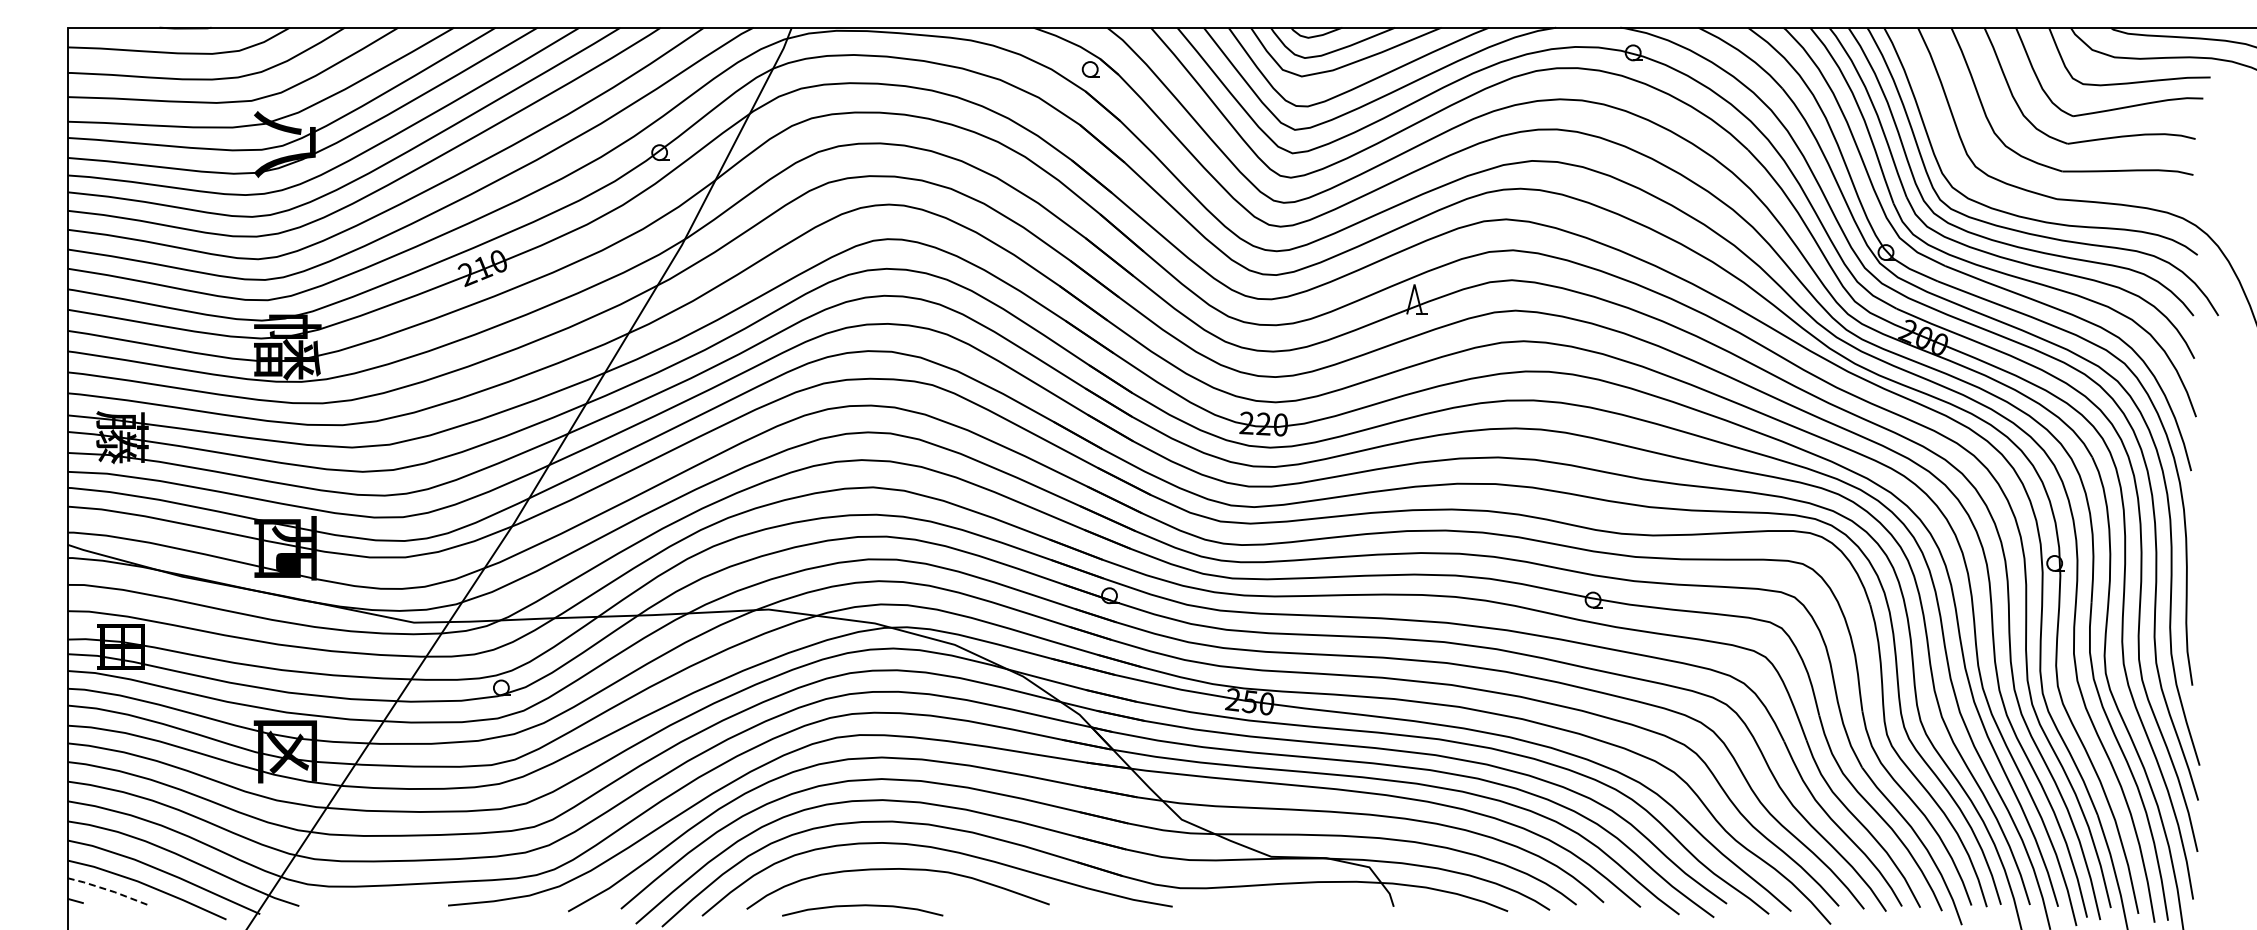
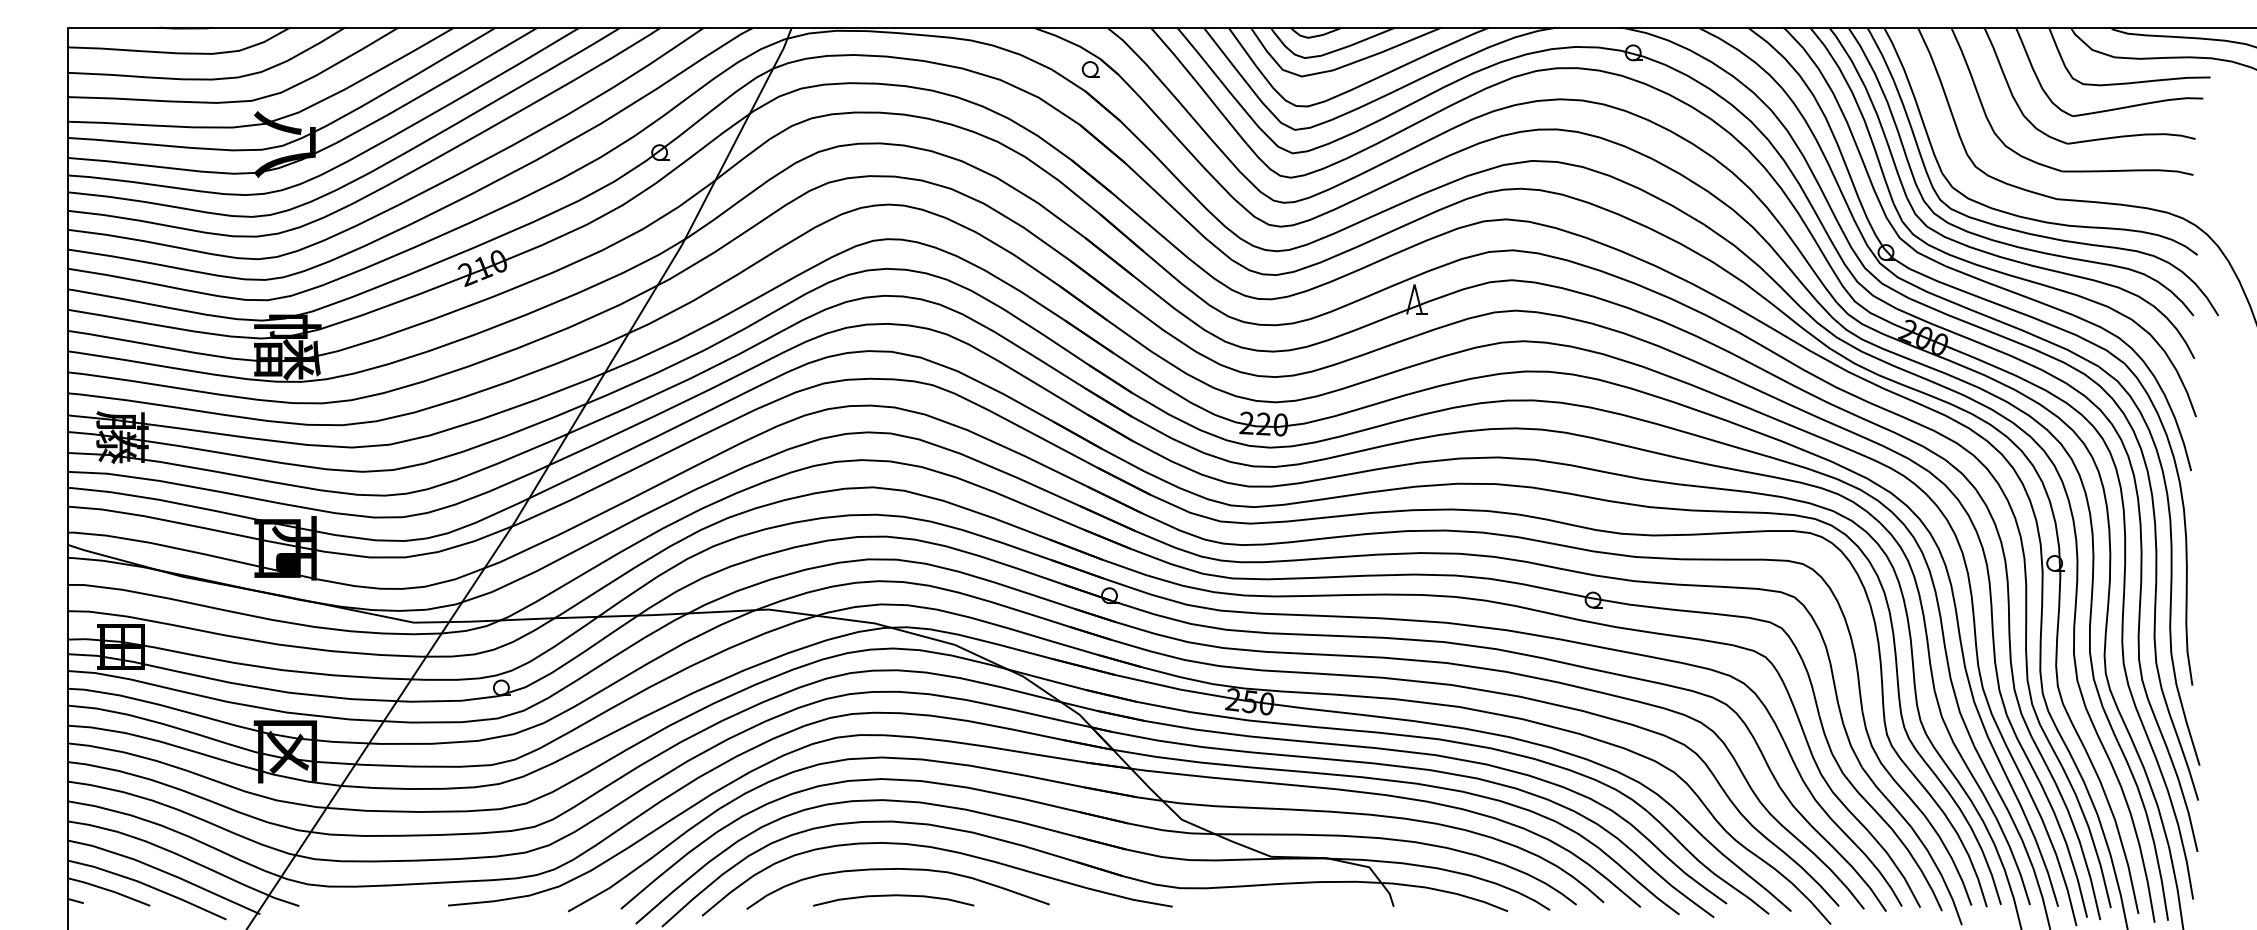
line at (109, 890): dashed -> solid
curve at (862, 906) position: (862, 906) -> (893, 896)
